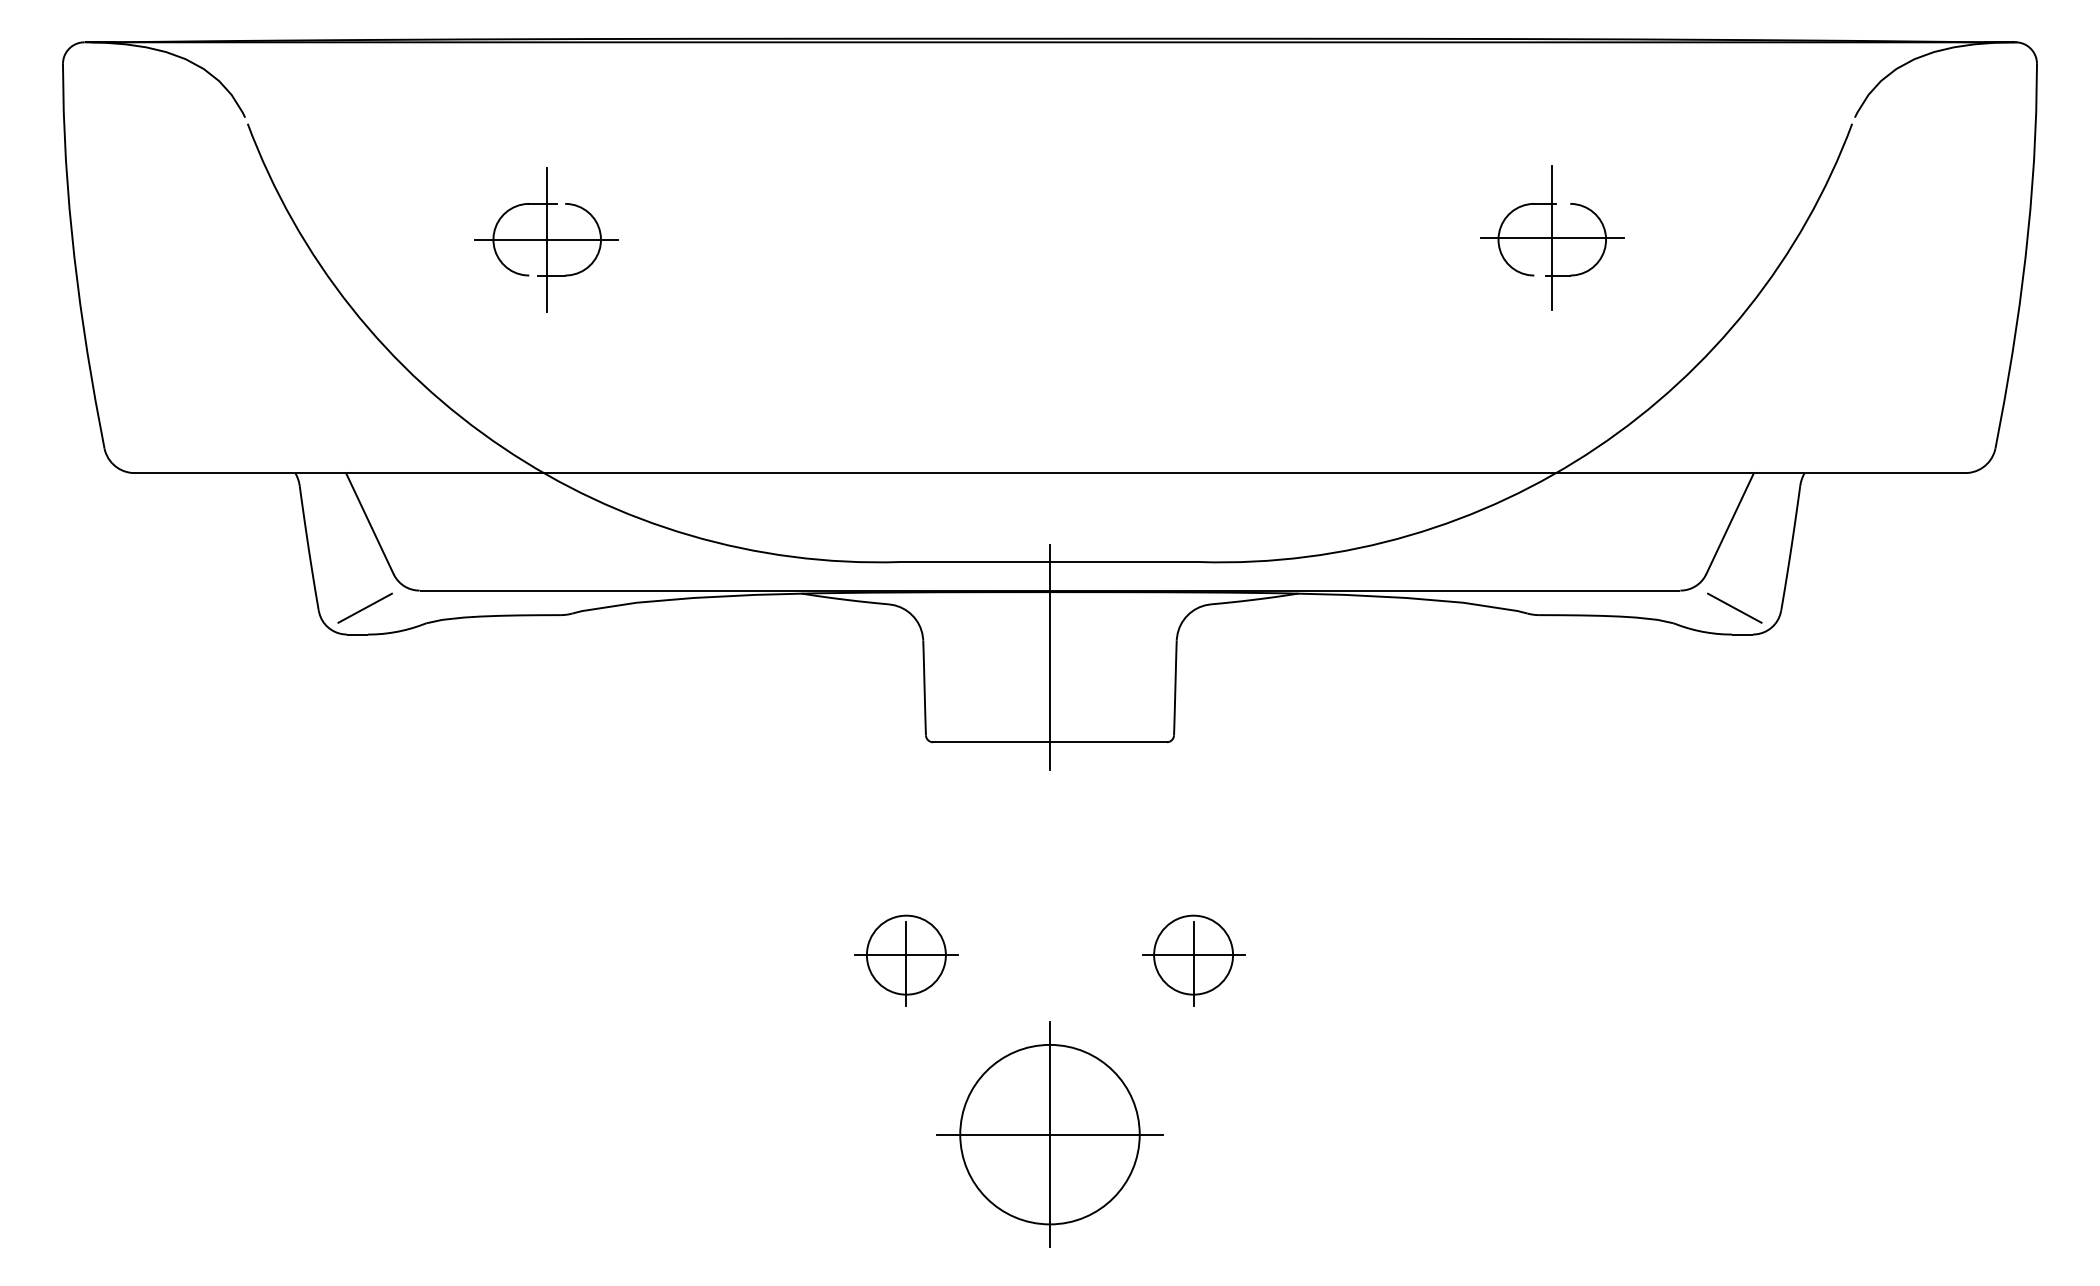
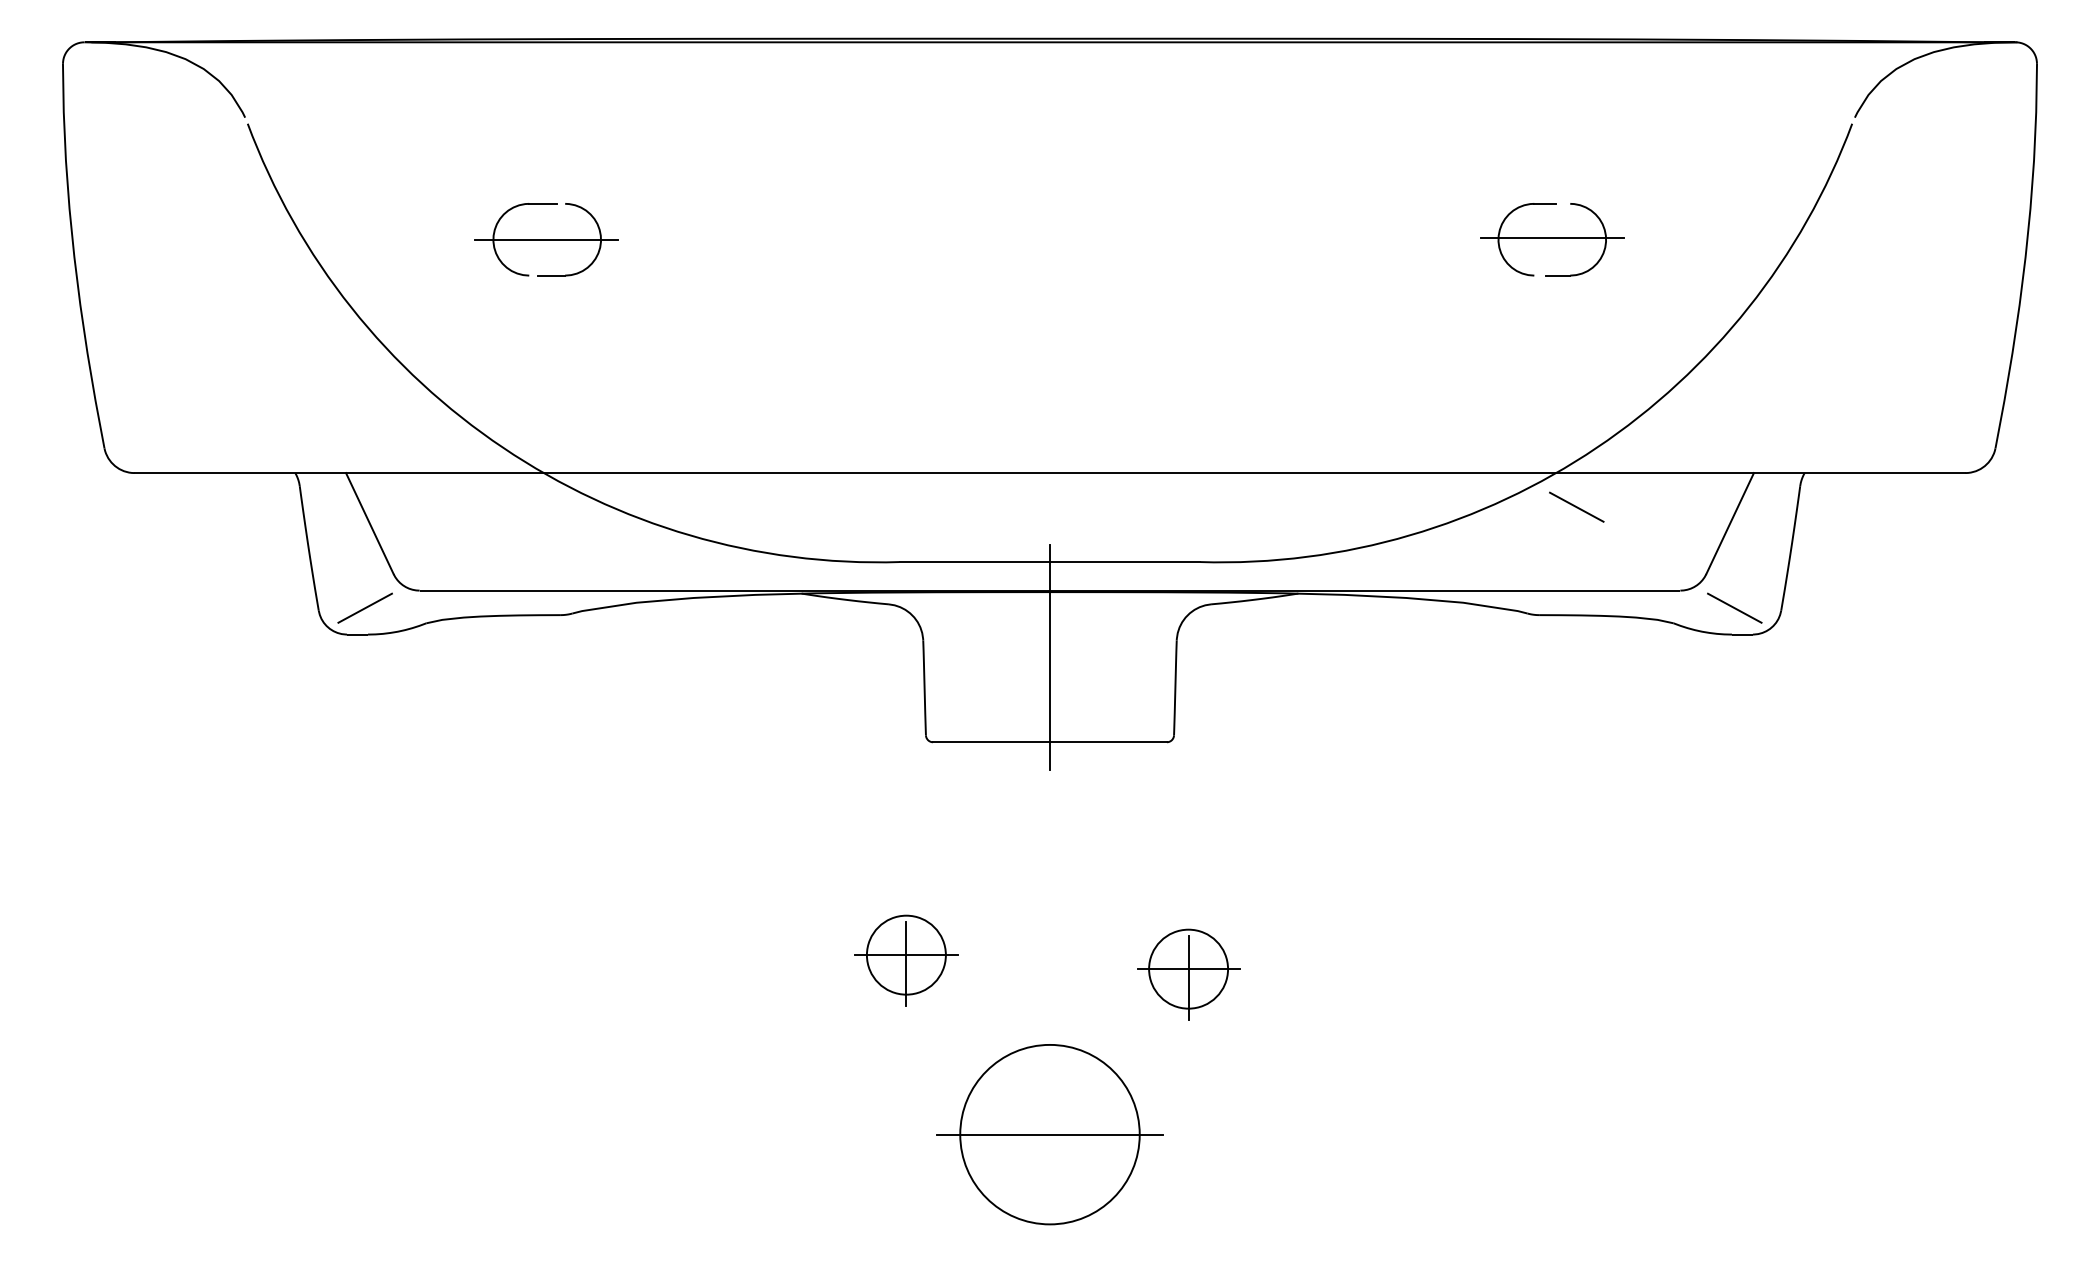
line at (1552, 237): present -> none
line at (546, 239): present -> none
line at (1576, 506): none -> present
part at (1193, 960) position: (1193, 960) -> (1188, 974)
line at (1050, 1134): present -> none
